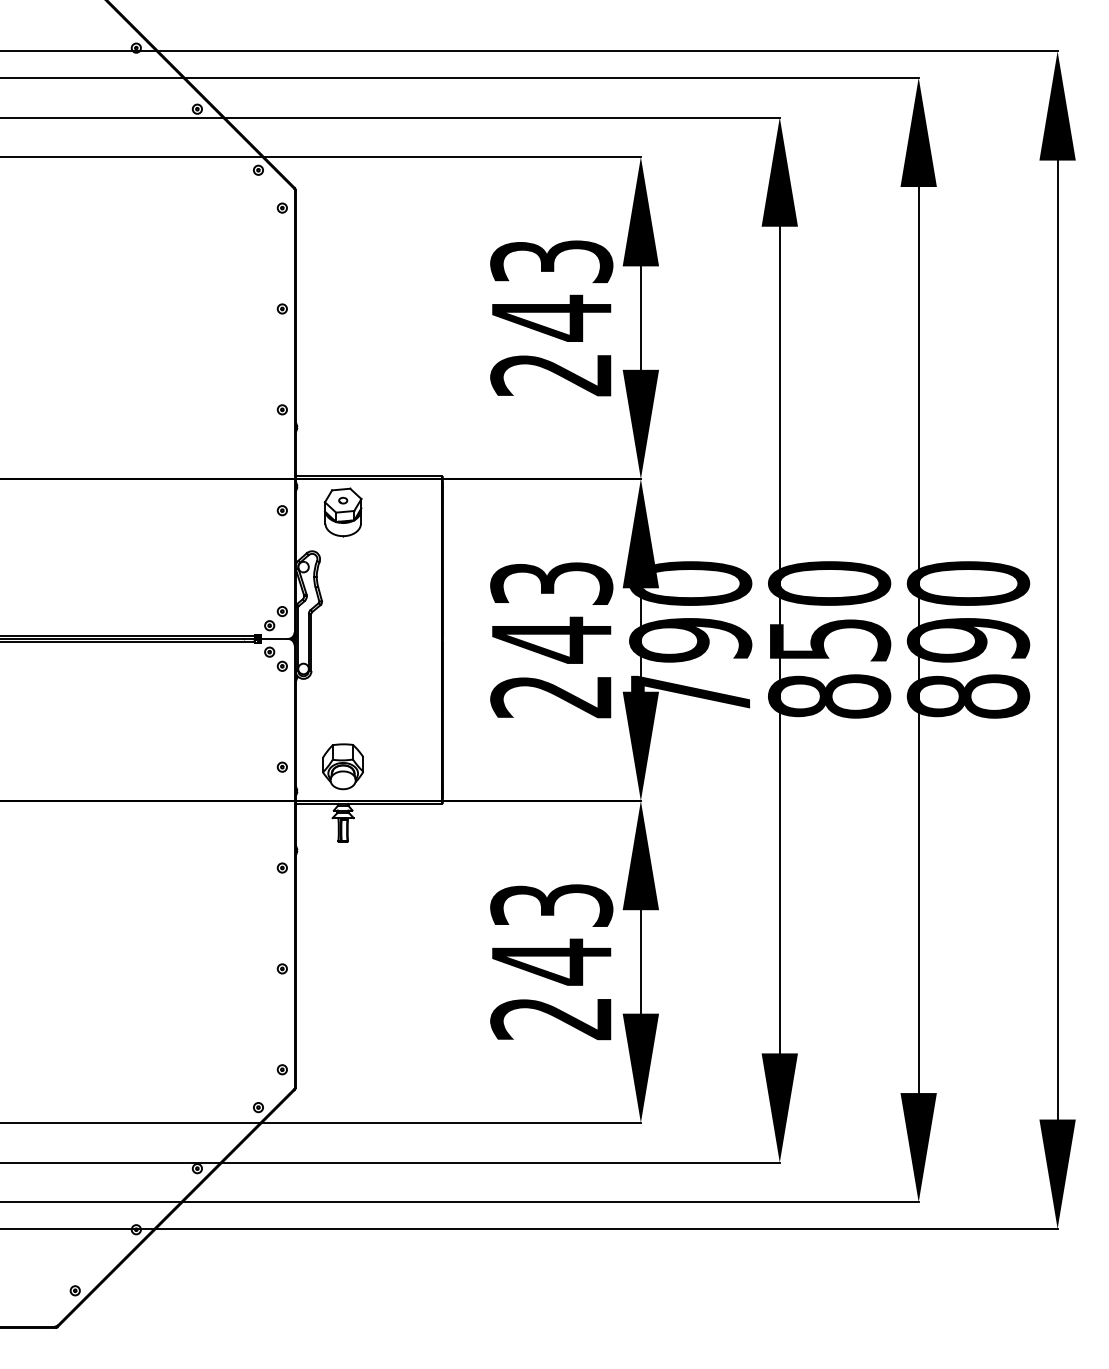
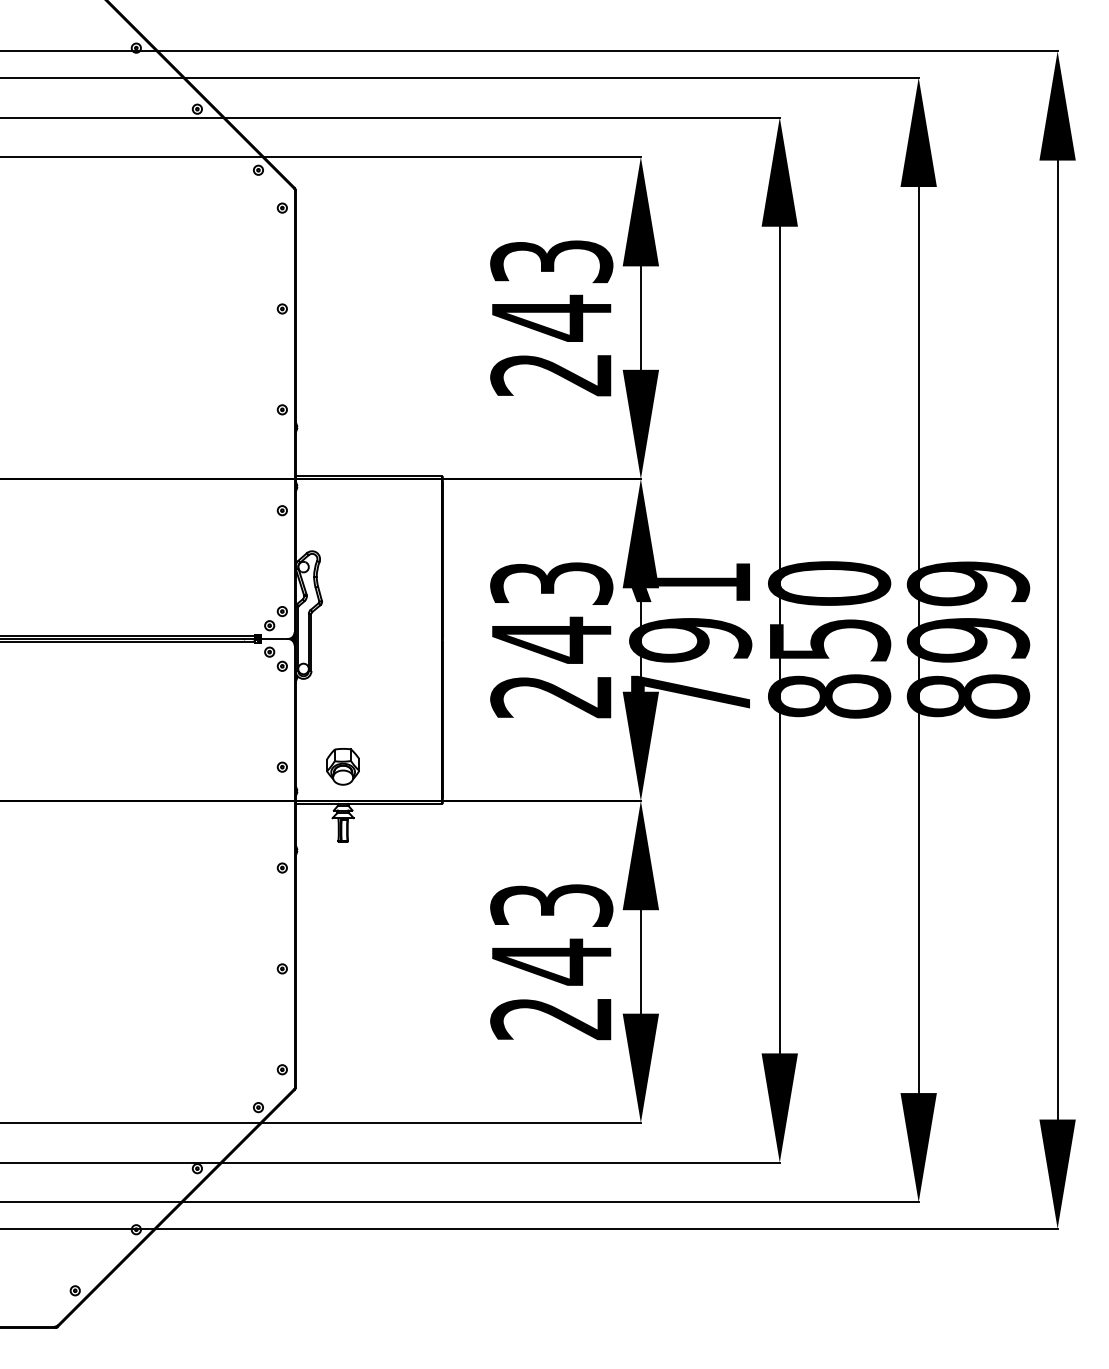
part at (342, 512): present -> none
text at (691, 583): 790 -> 791
text at (968, 583): 890 -> 899
part at (342, 766) size: 42x48 px -> 34x38 px
